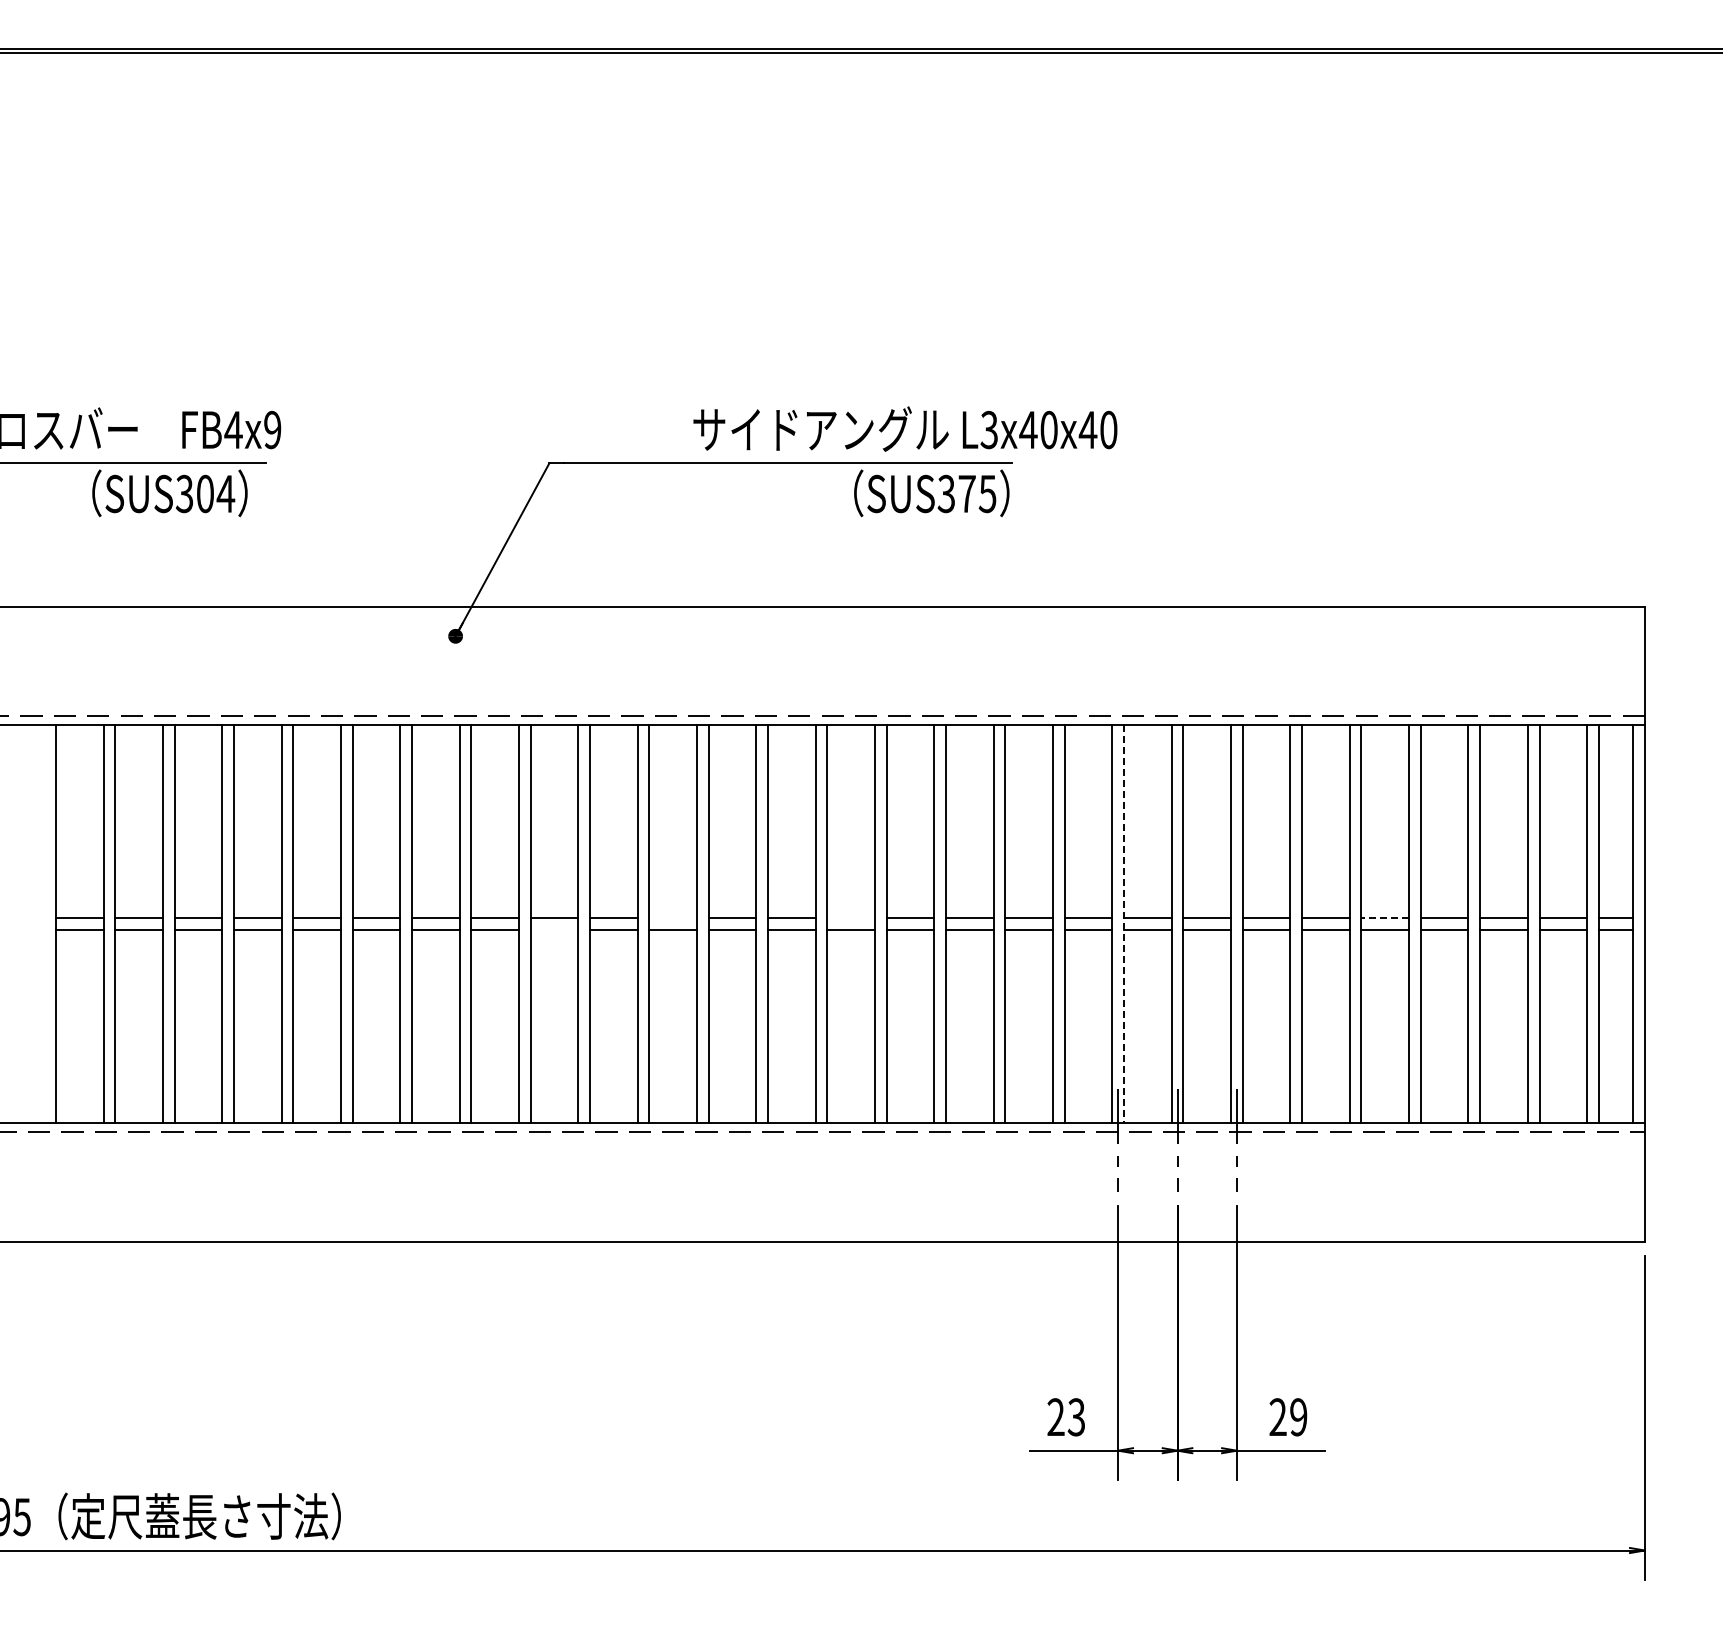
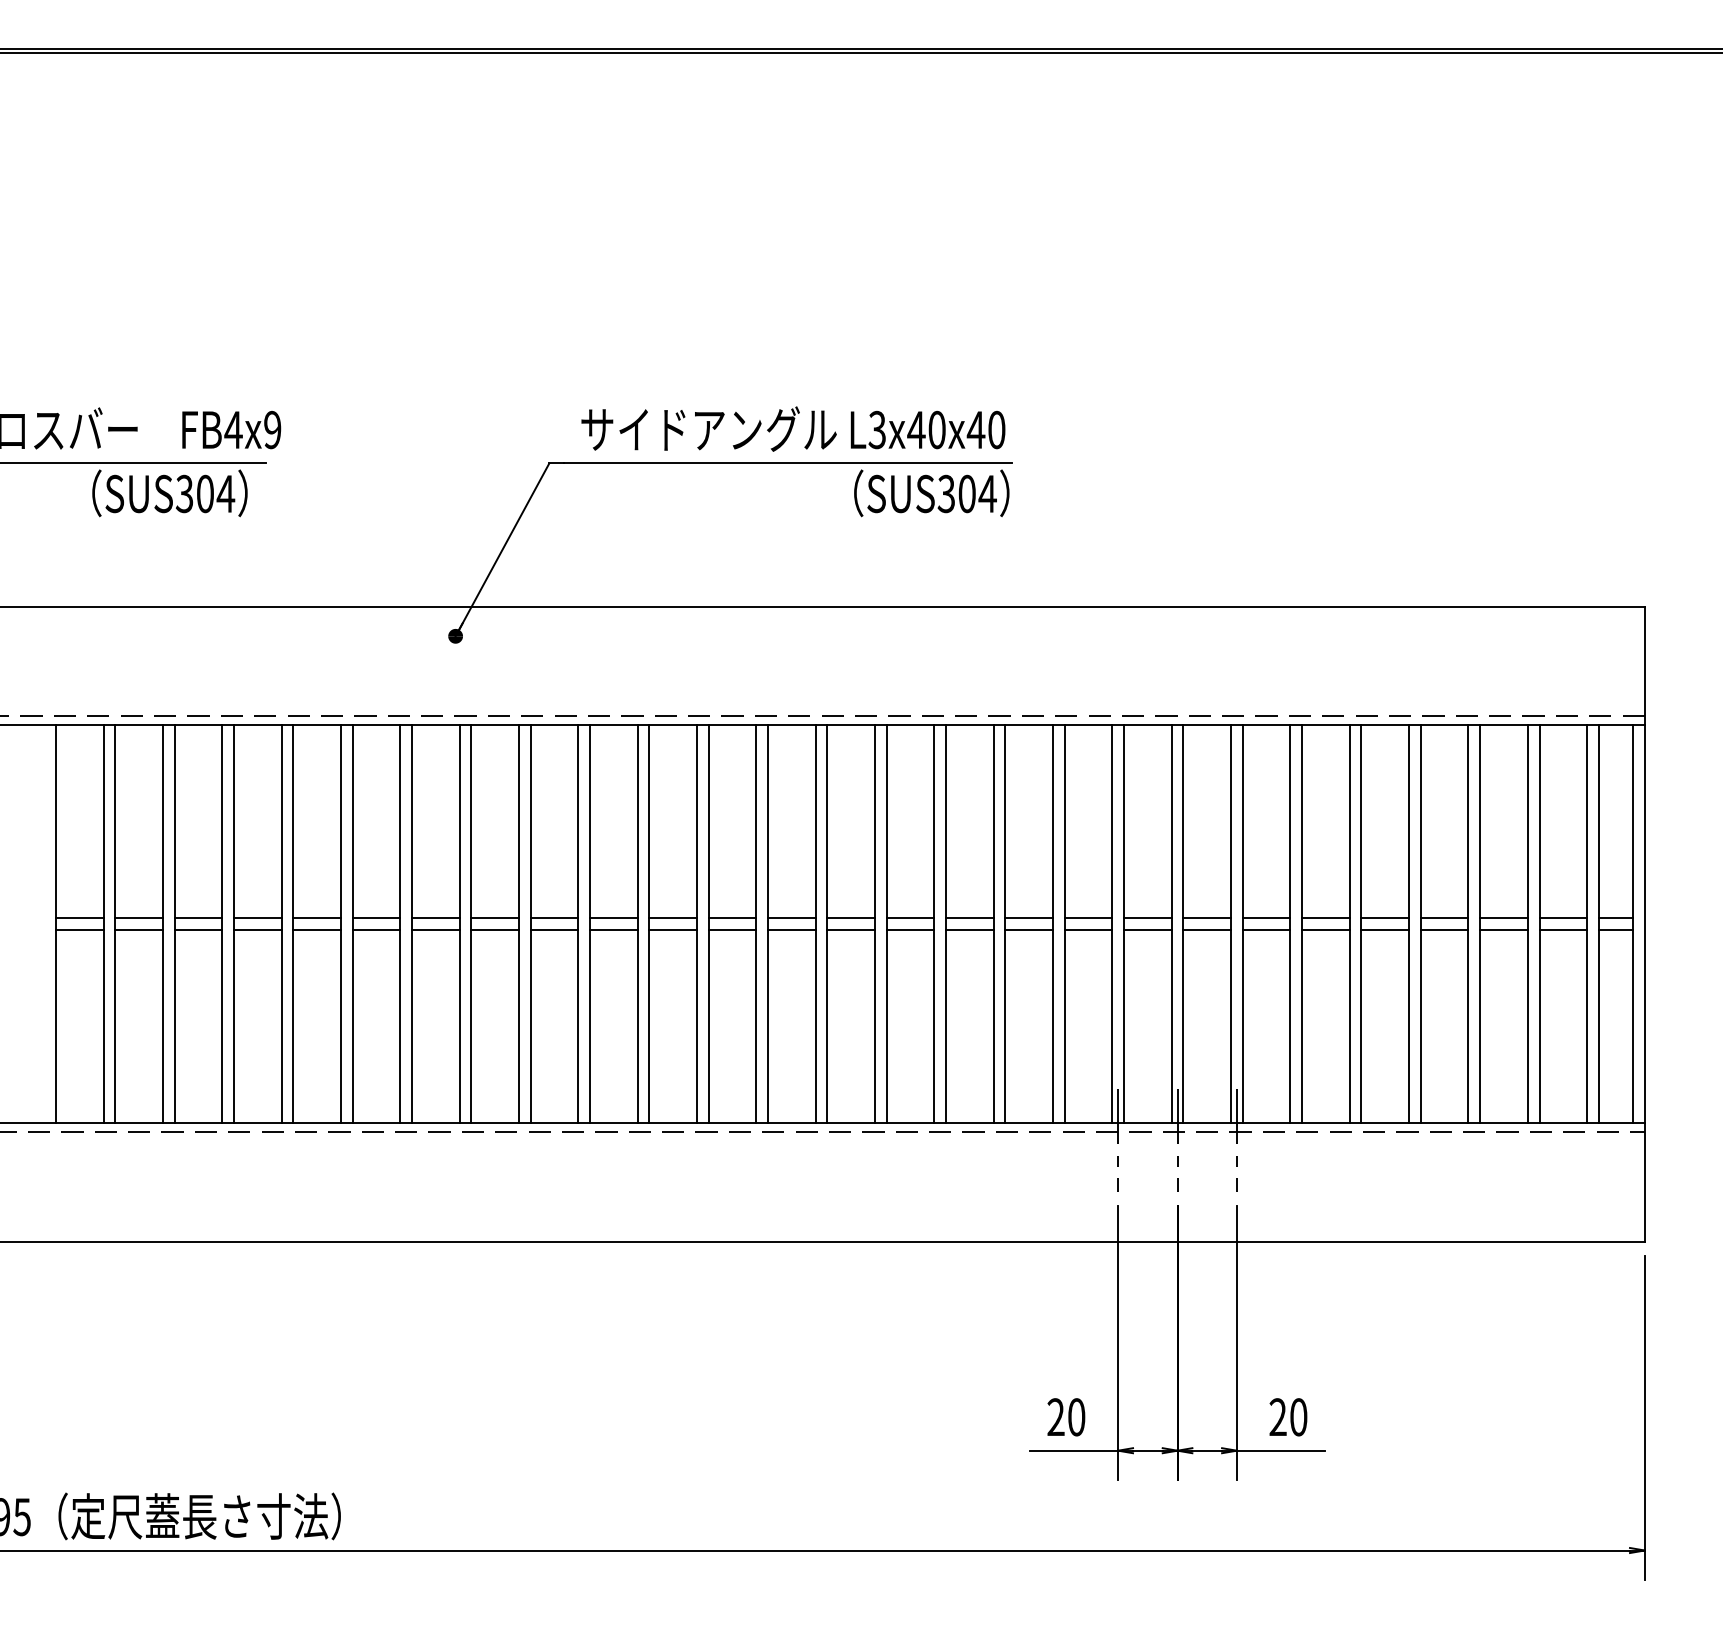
text at (905, 428) position: (905, 428) -> (793, 428)
text at (977, 493): SUS375 -> SUS304
line at (672, 918): none -> present
line at (850, 918): none -> present
line at (1385, 918): dashed -> solid
line at (1124, 924): dashed -> solid
line at (554, 930): none -> present
text at (1076, 1417): 23 -> 20
text at (1298, 1417): 29 -> 20
